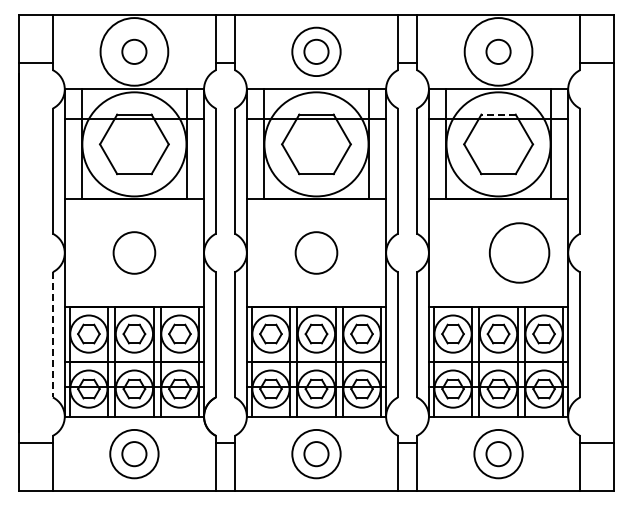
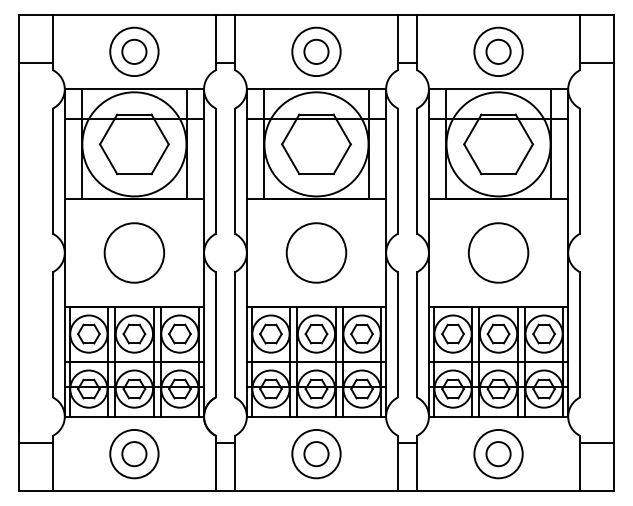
circle at (134, 51) diameter: 68 px -> 48 px
circle at (498, 51) diameter: 68 px -> 48 px
line at (498, 114): dashed -> solid
circle at (134, 252) size: 45x44 px -> 63x62 px
circle at (316, 252) diameter: 42 px -> 60 px
circle at (519, 252) position: (519, 252) -> (498, 252)
line at (52, 334): dashed -> solid
